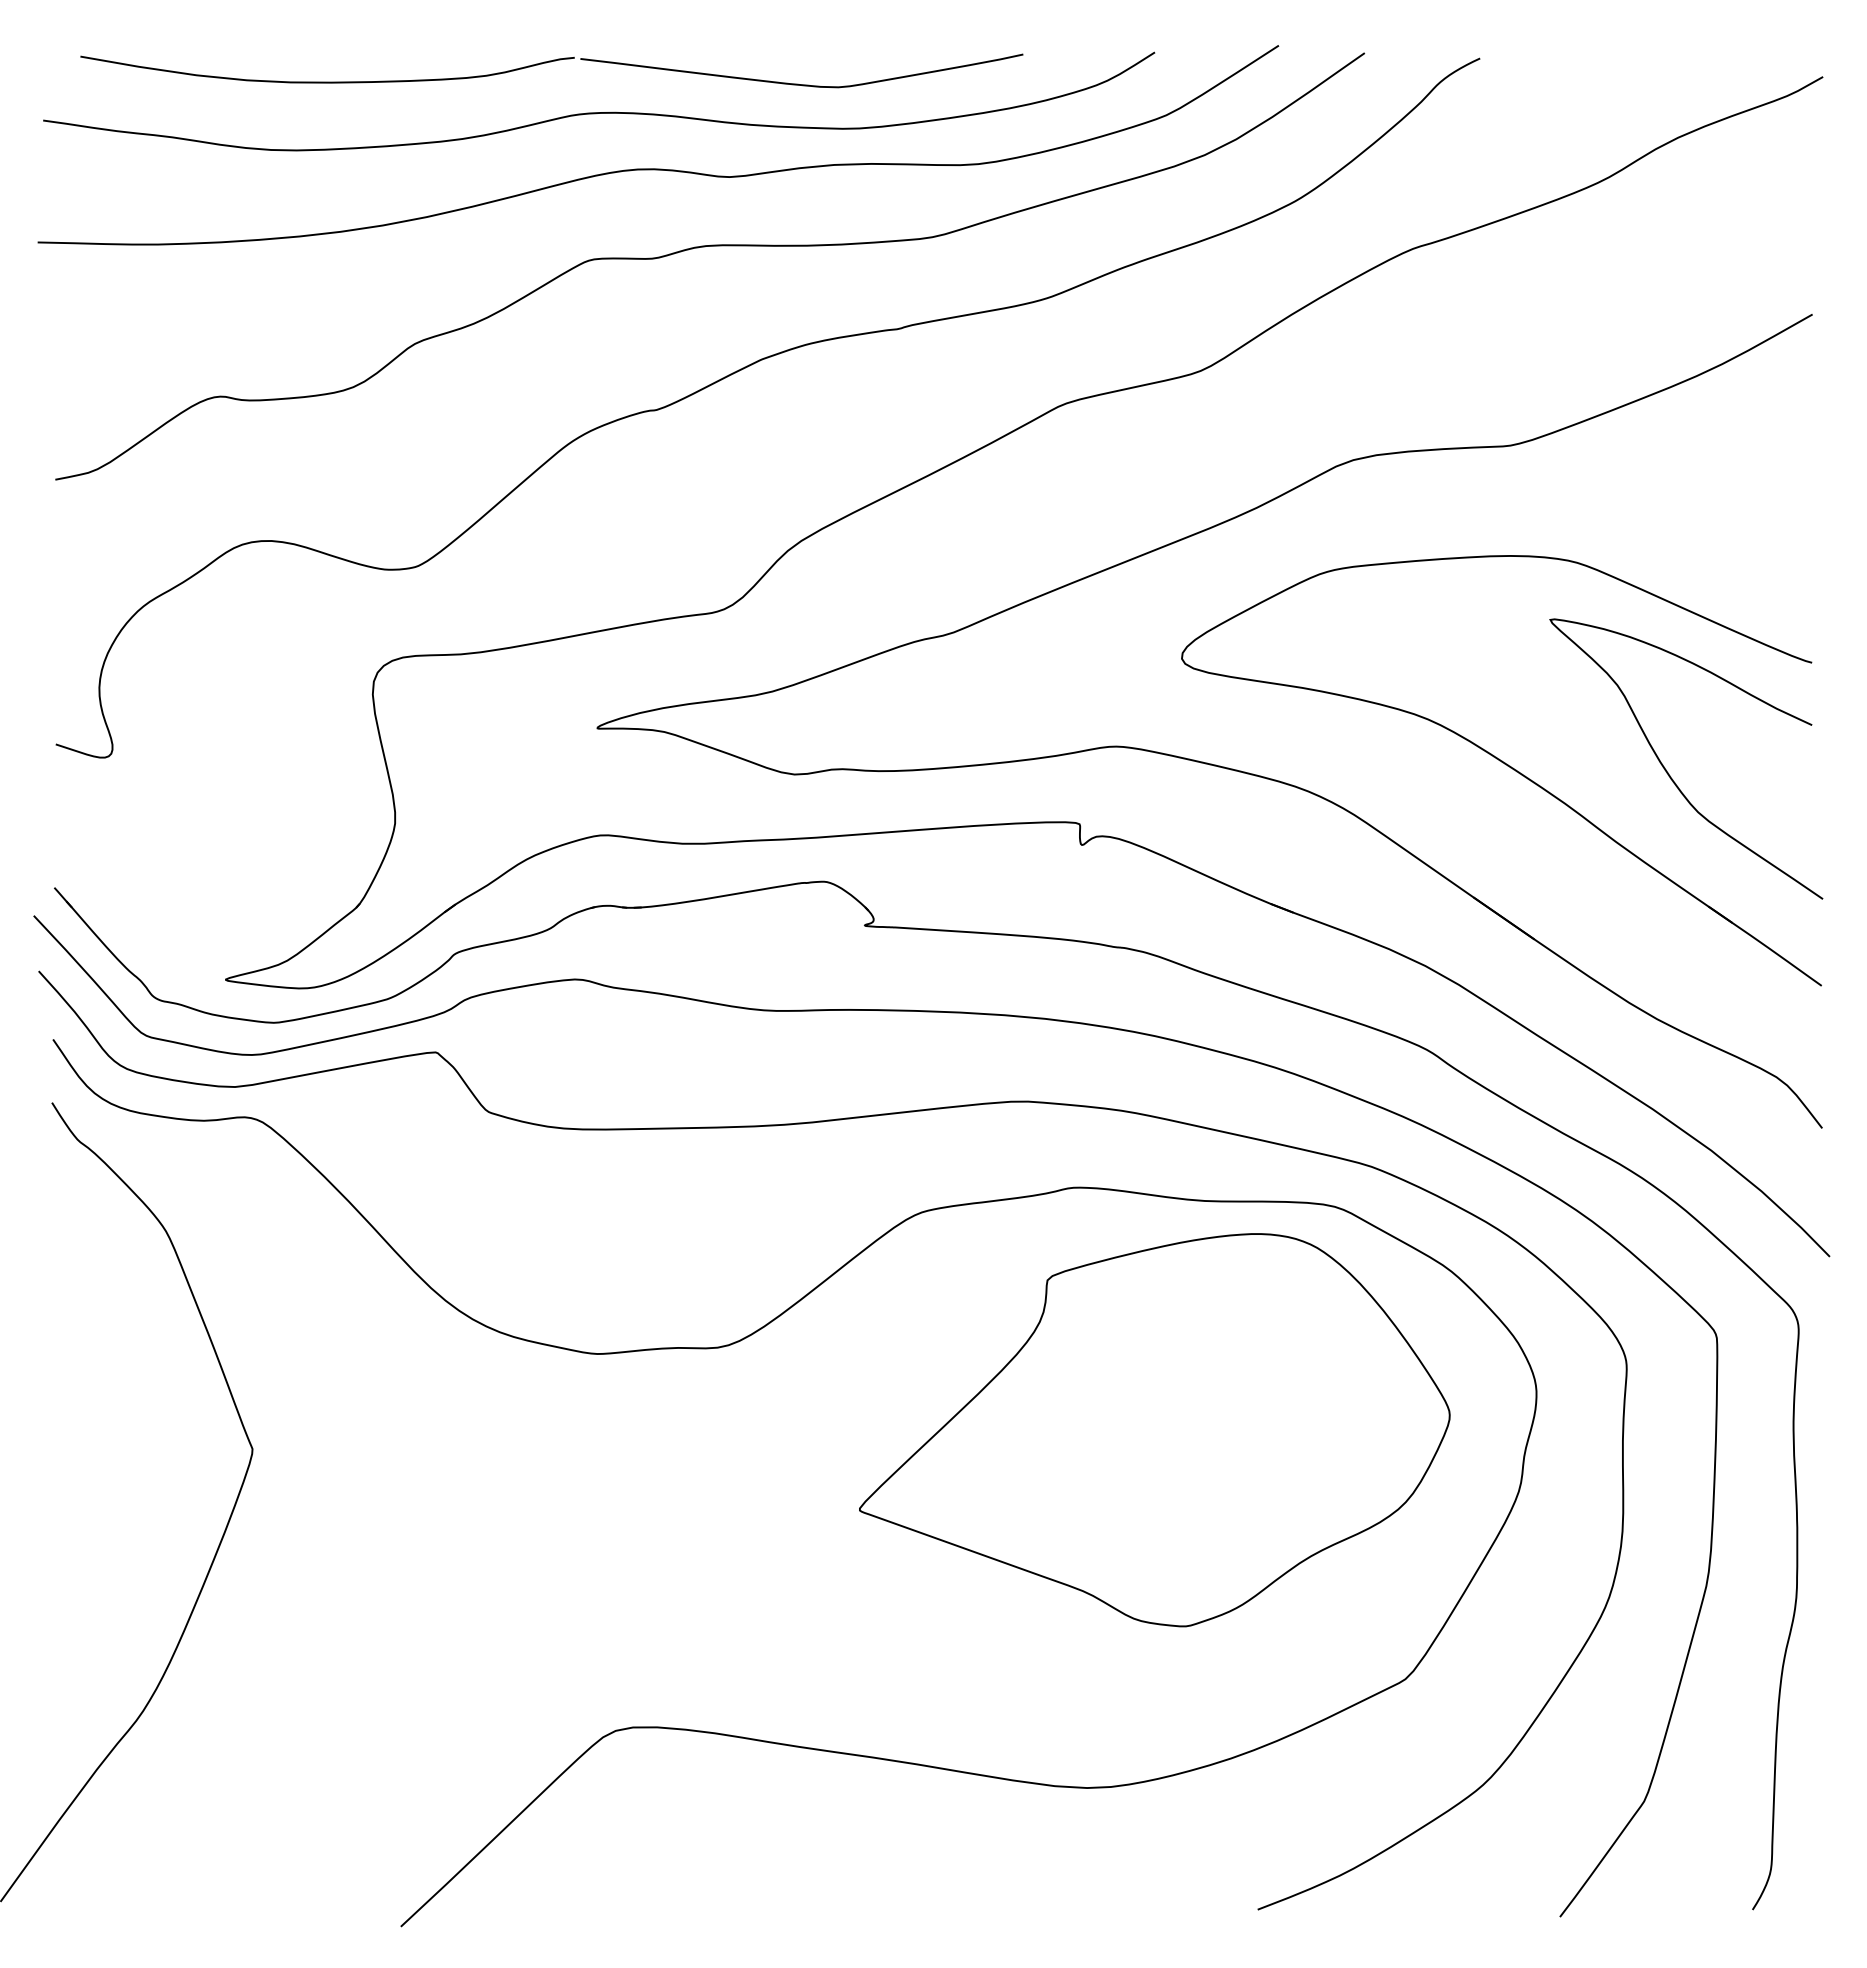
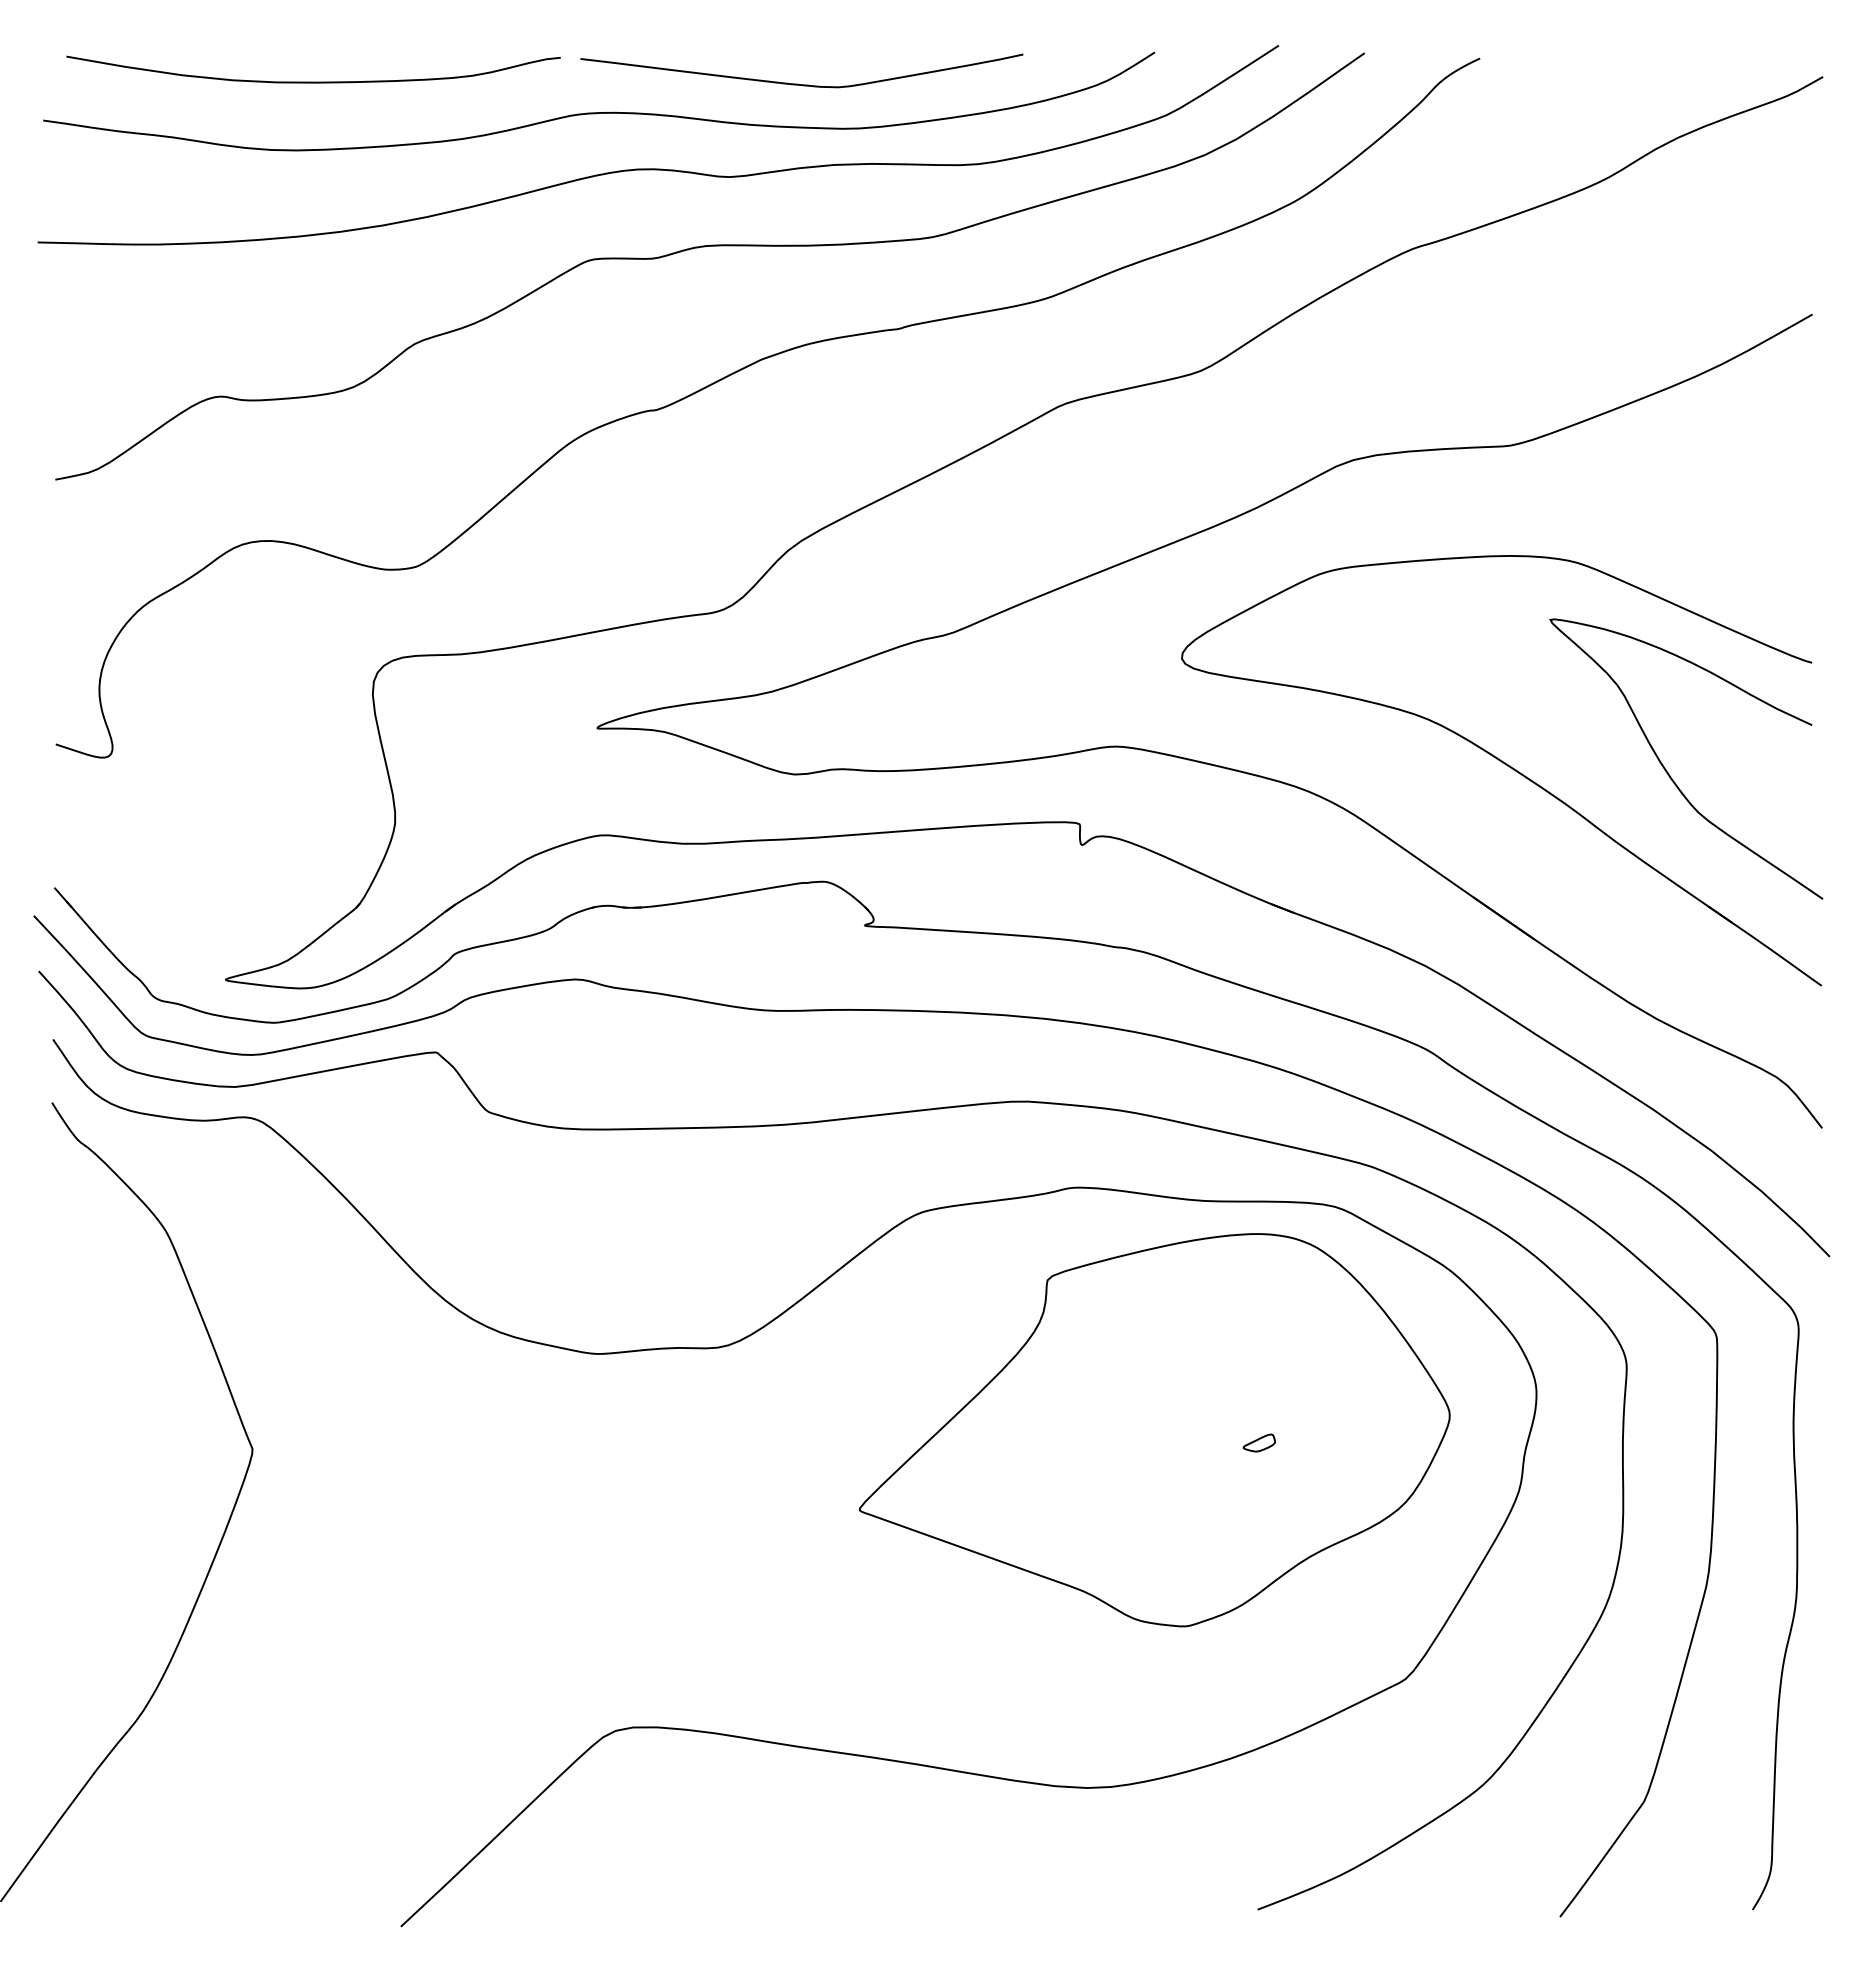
curve at (327, 81) position: (327, 81) -> (313, 81)
part at (1258, 1442): none -> present
